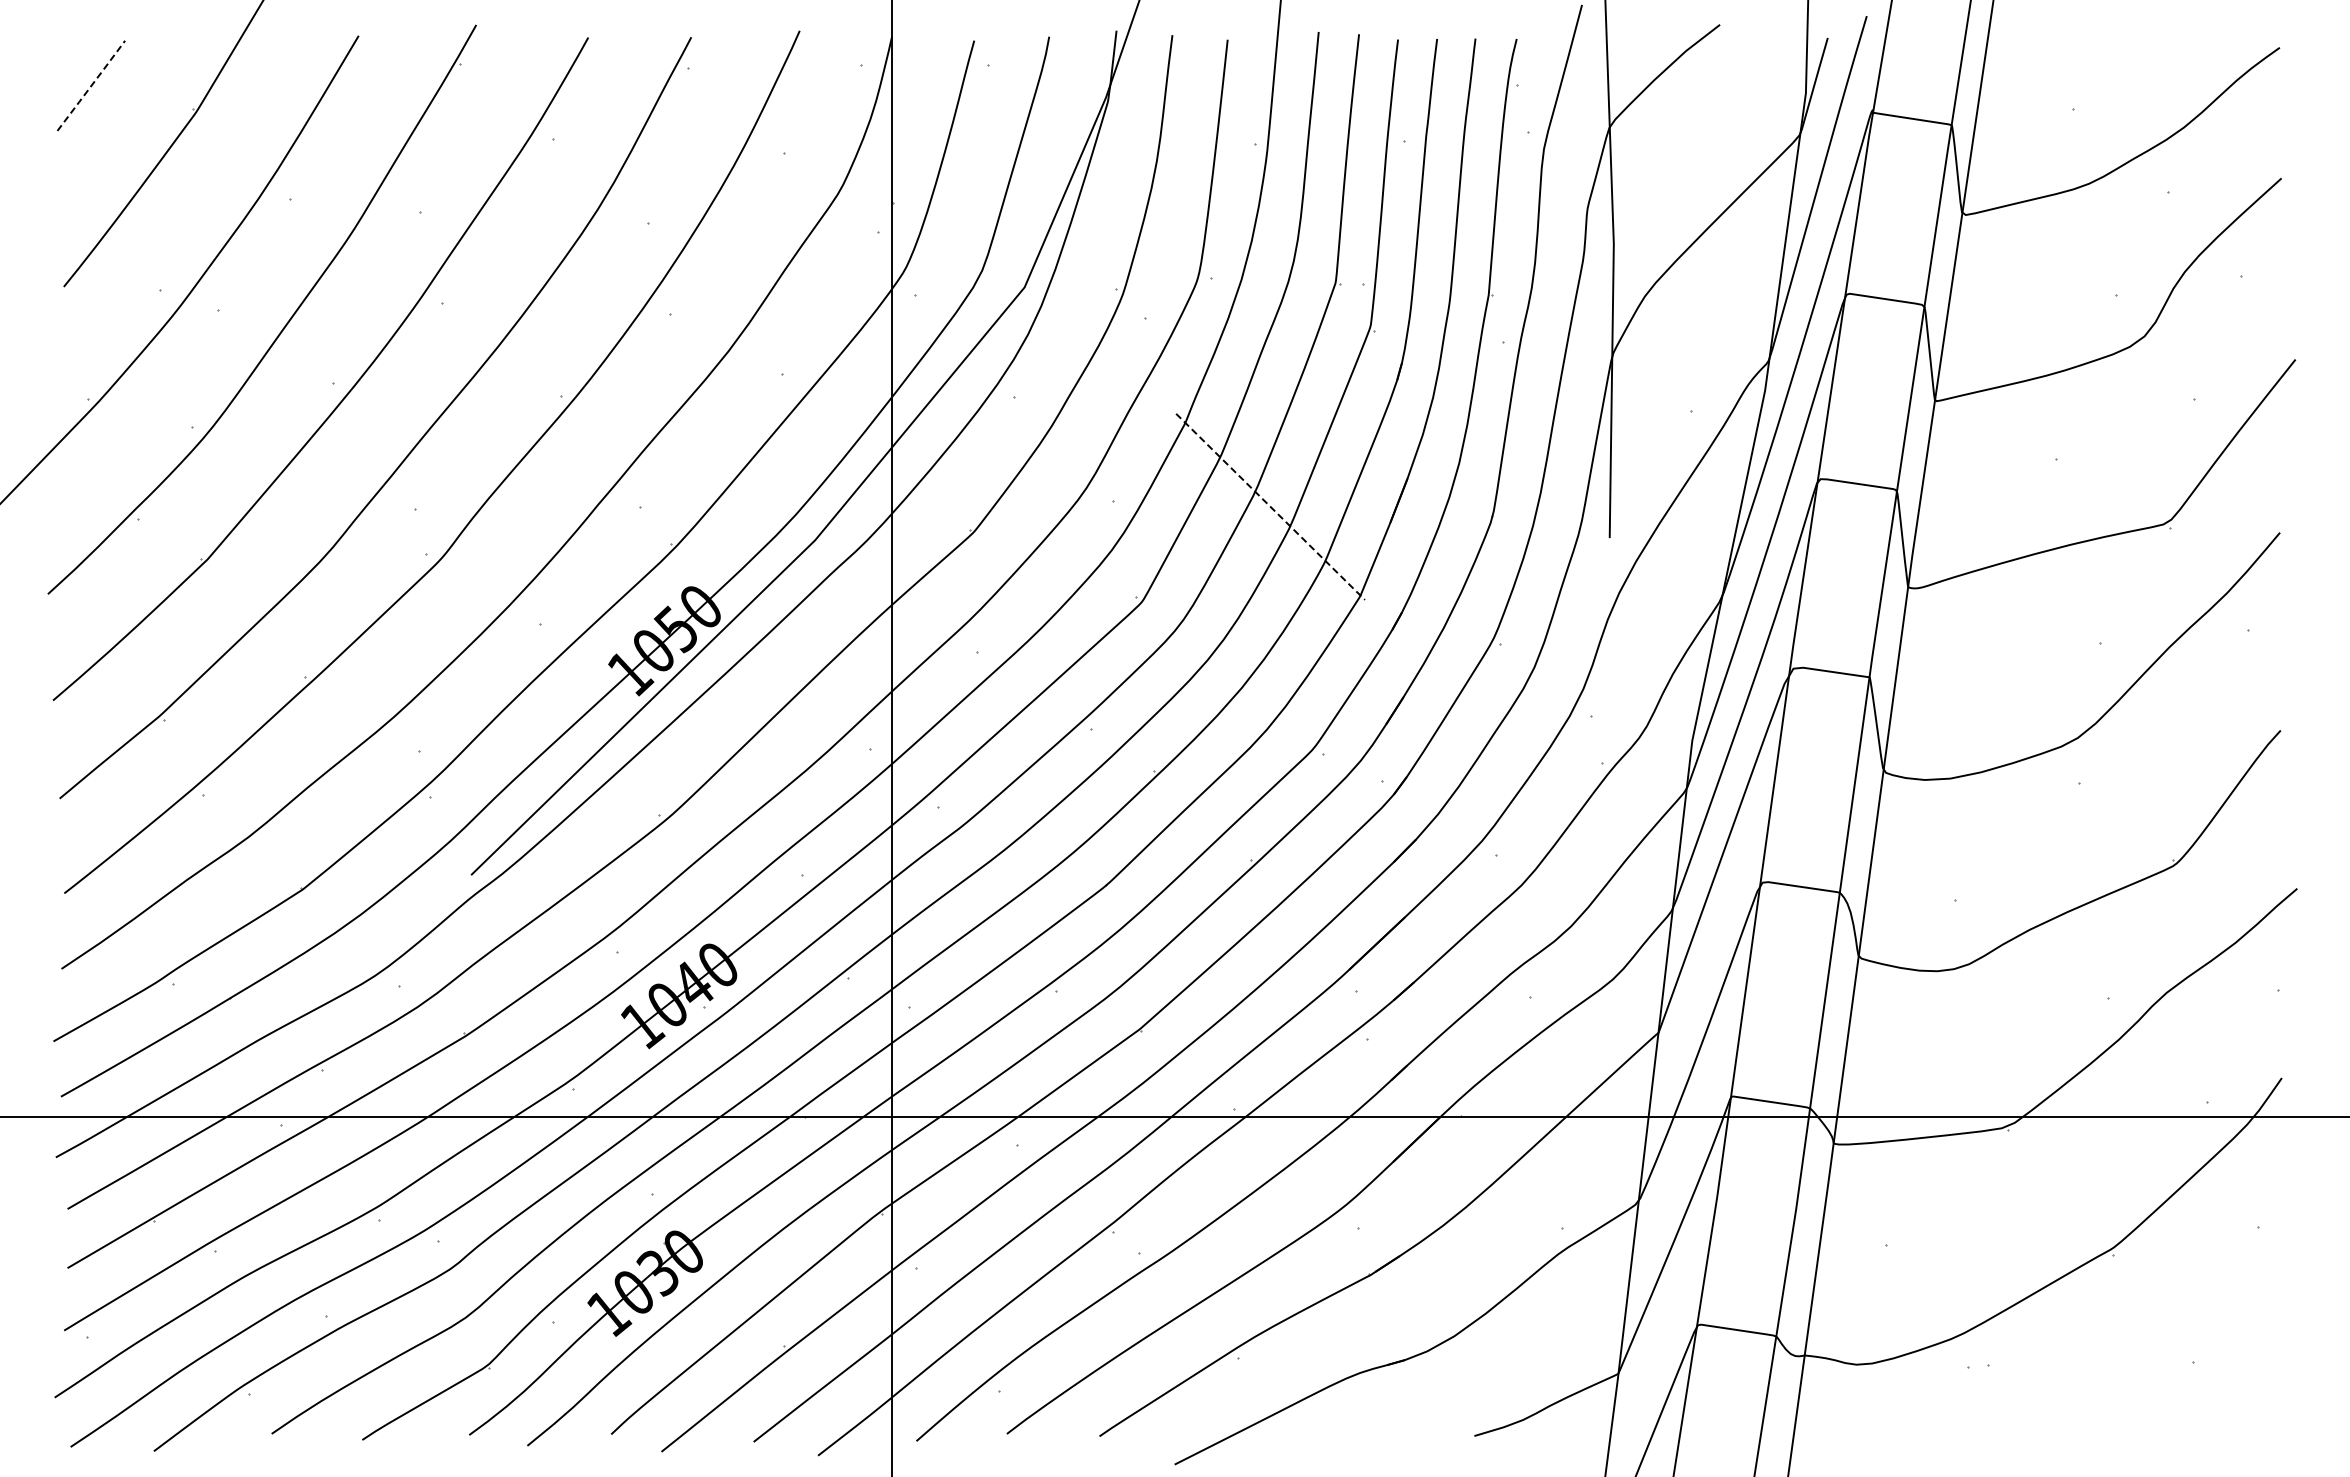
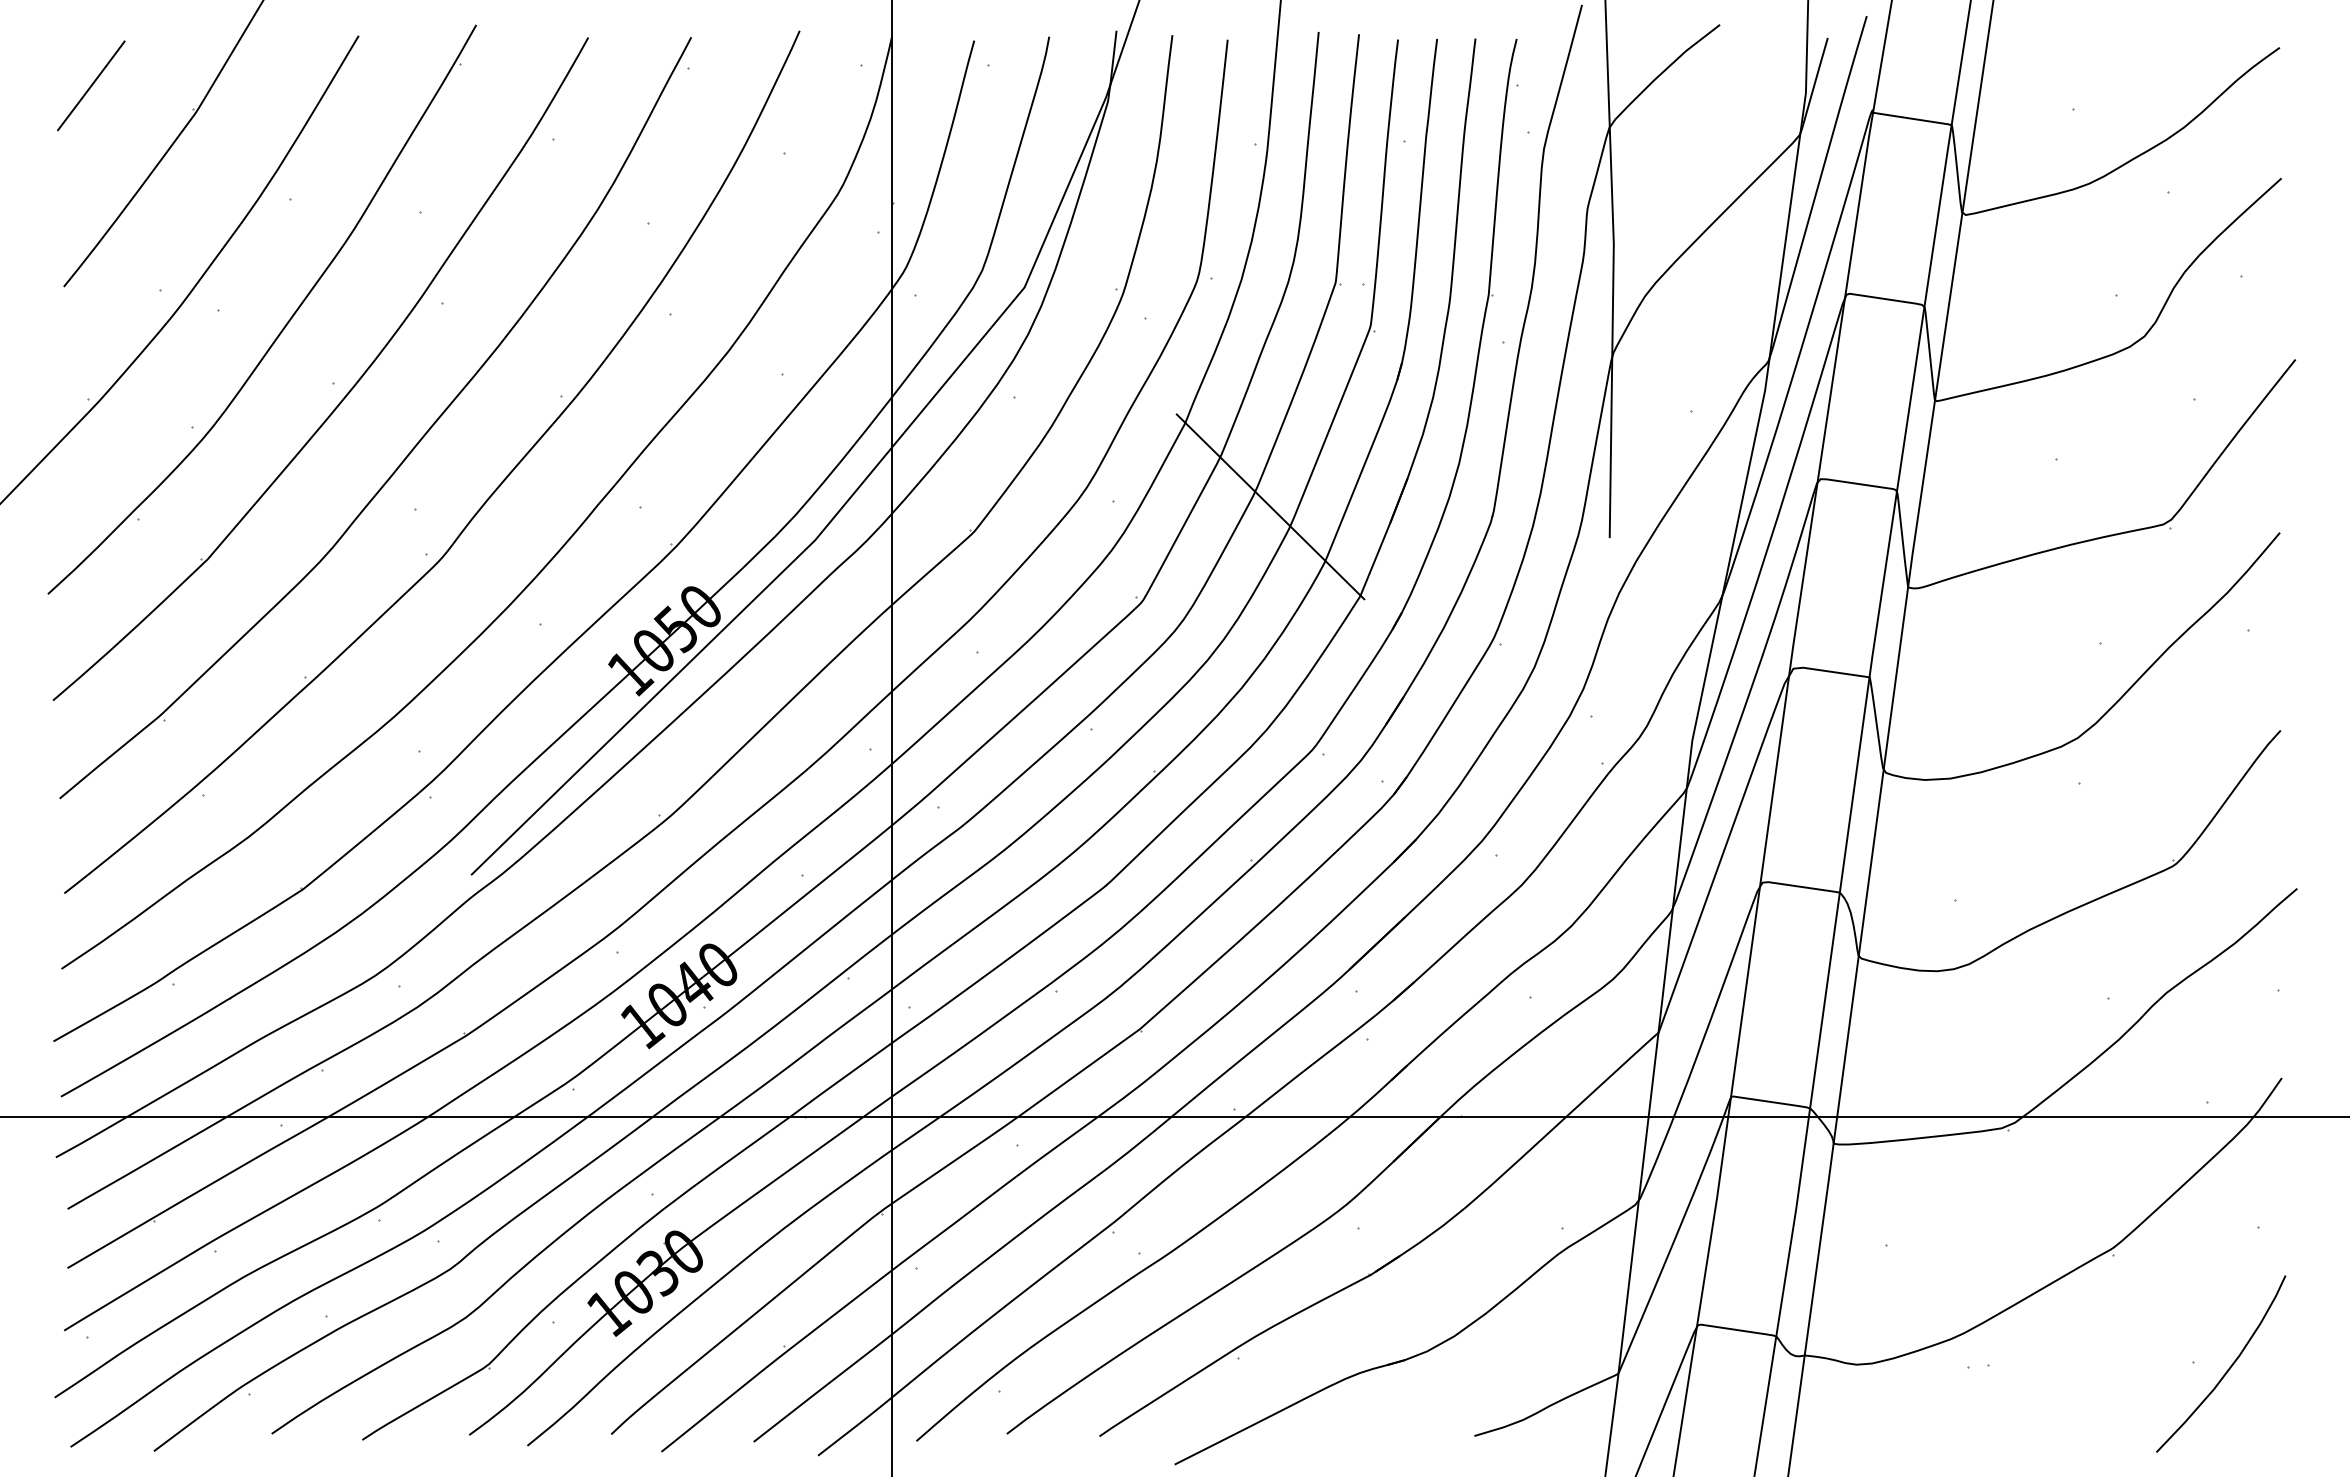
line at (91, 86): dashed -> solid
line at (1270, 506): dashed -> solid
curve at (2227, 1369): none -> present
